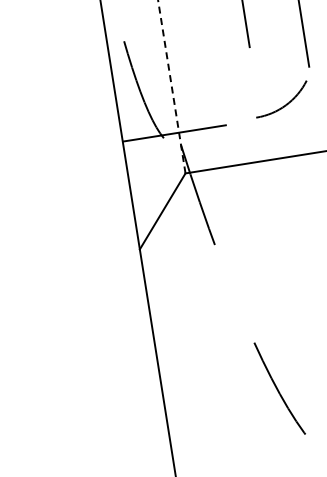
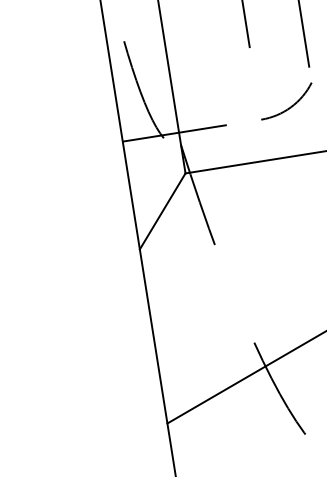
line at (171, 86): dashed -> solid
arc at (283, 105) position: (283, 105) -> (288, 107)
line at (245, 377): none -> present
